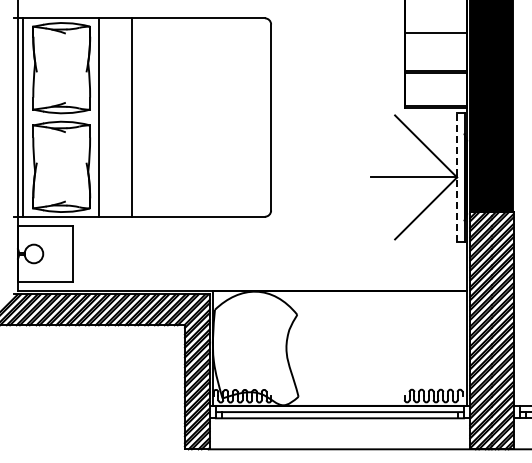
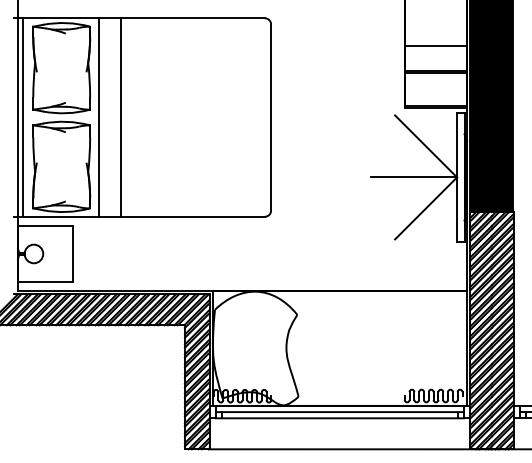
line at (436, 33) position: (436, 33) -> (436, 46)
line at (132, 117) position: (132, 117) -> (121, 117)
line at (457, 177): dashed -> solid
